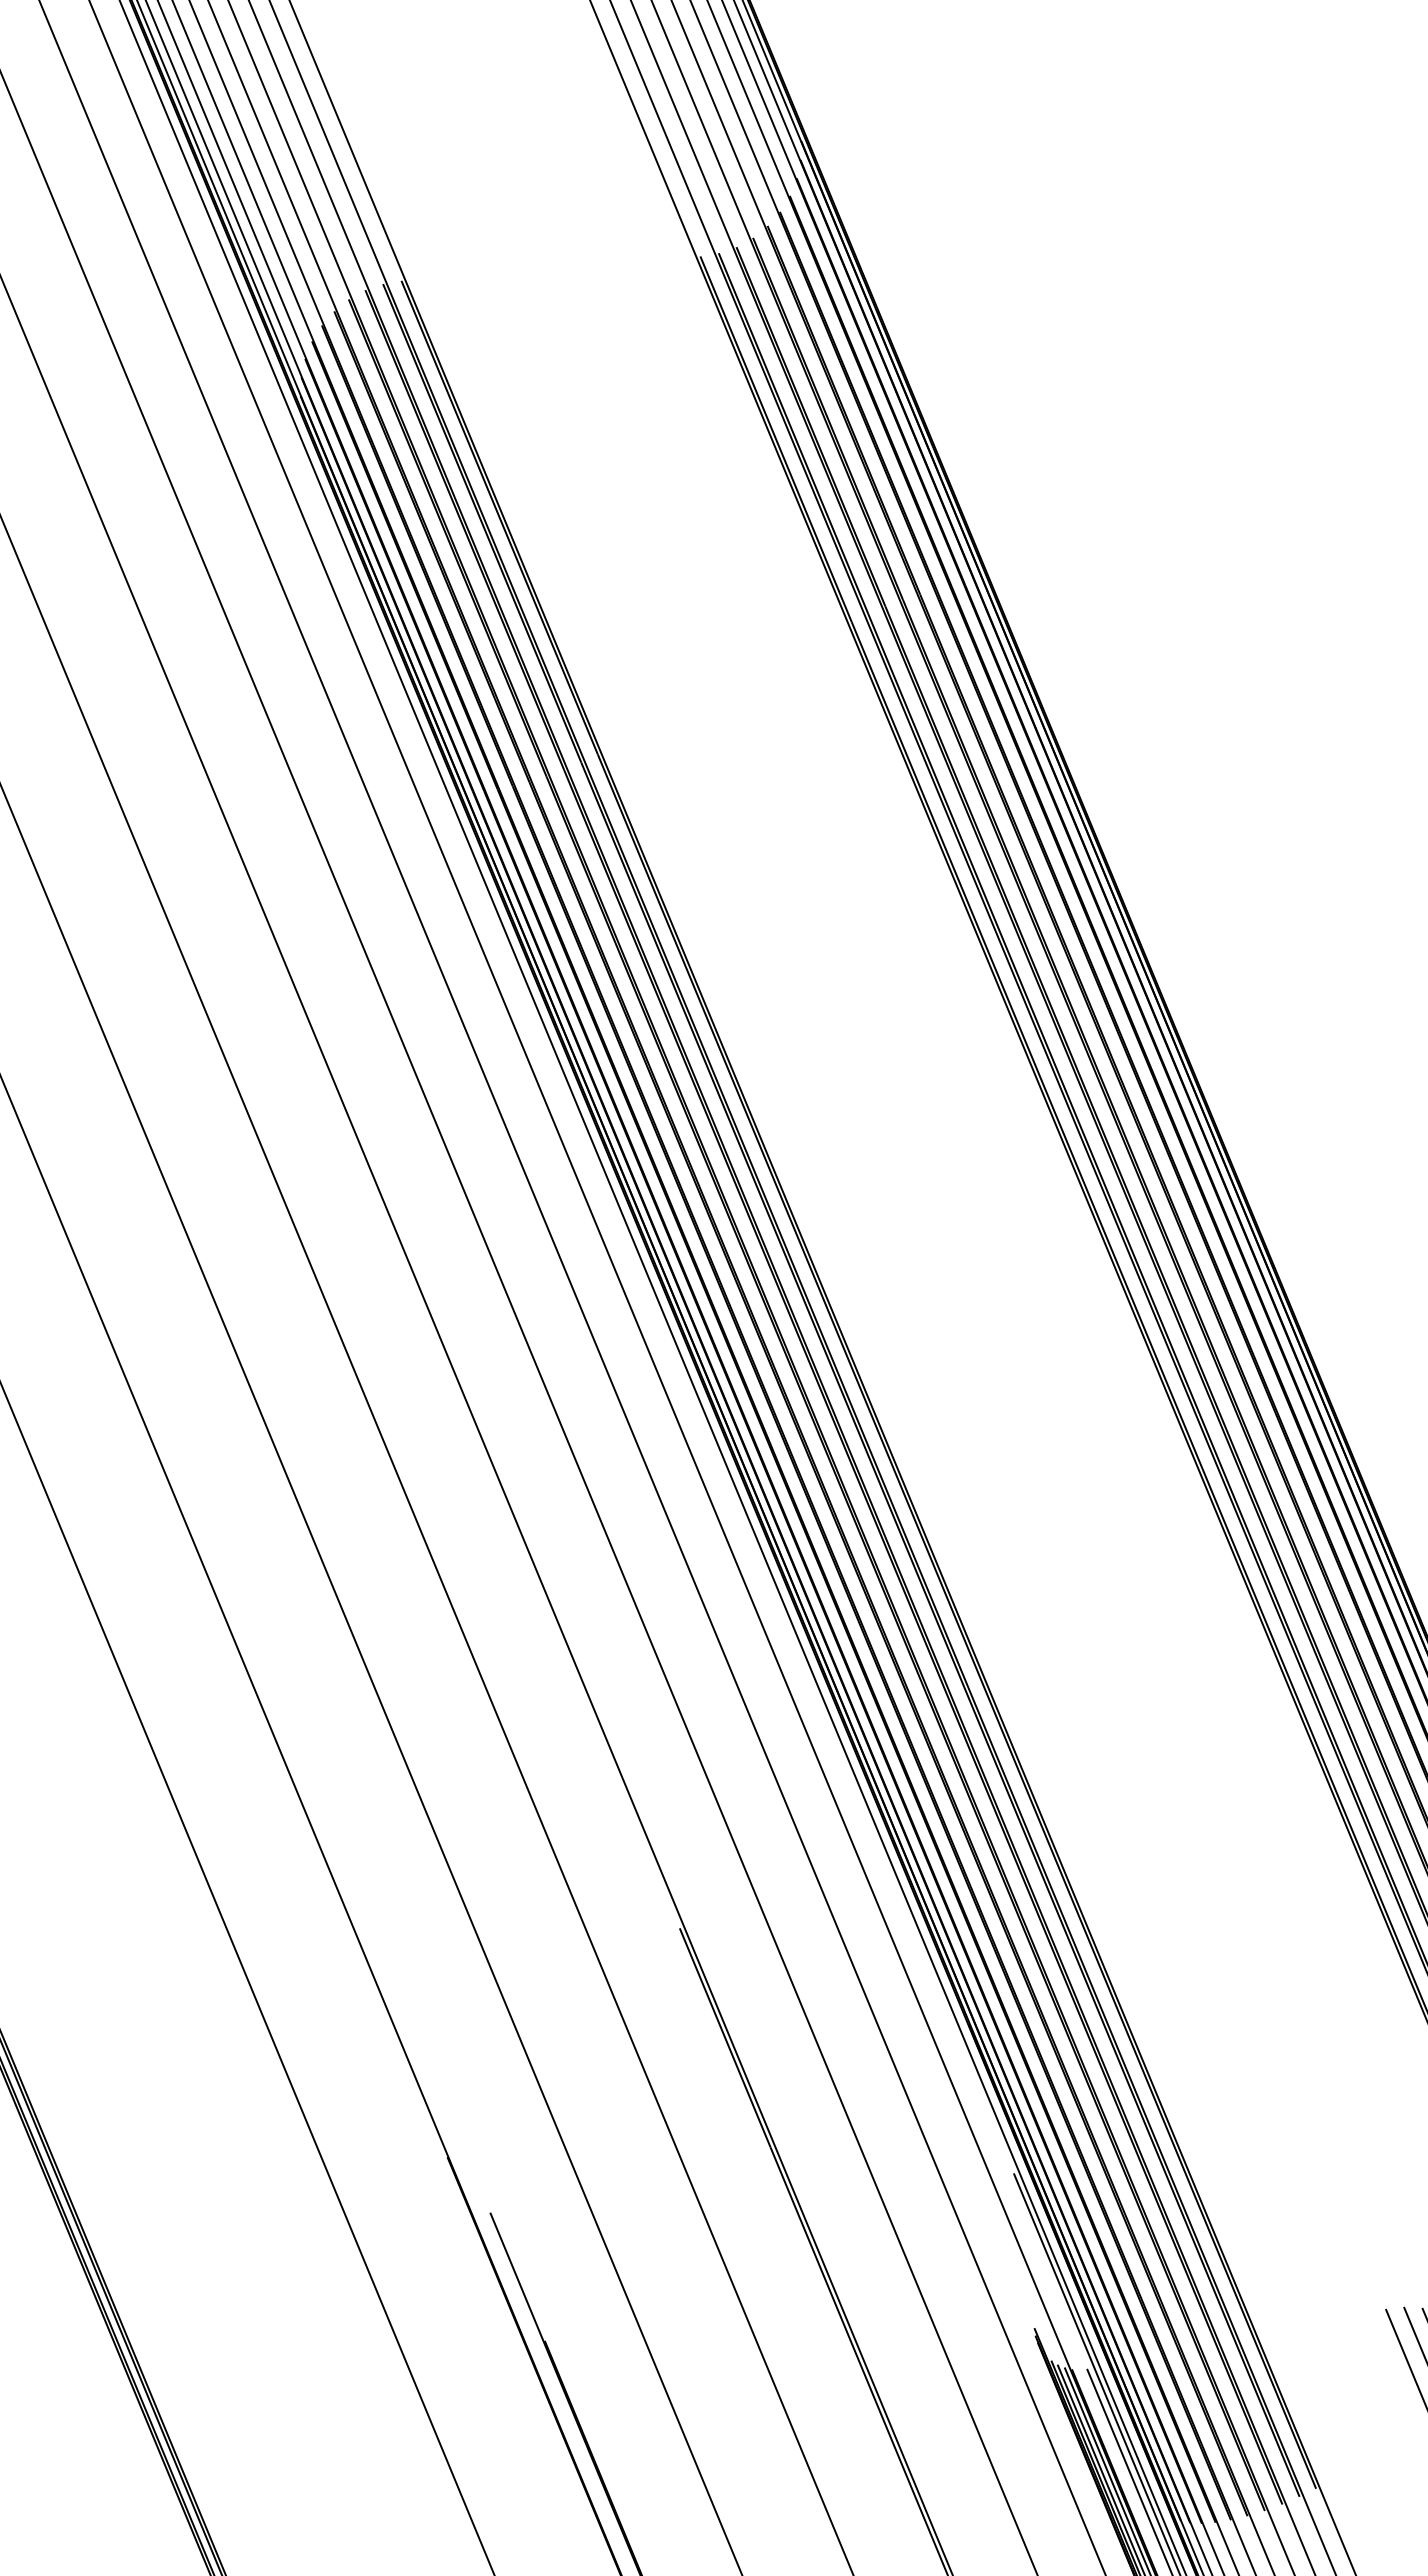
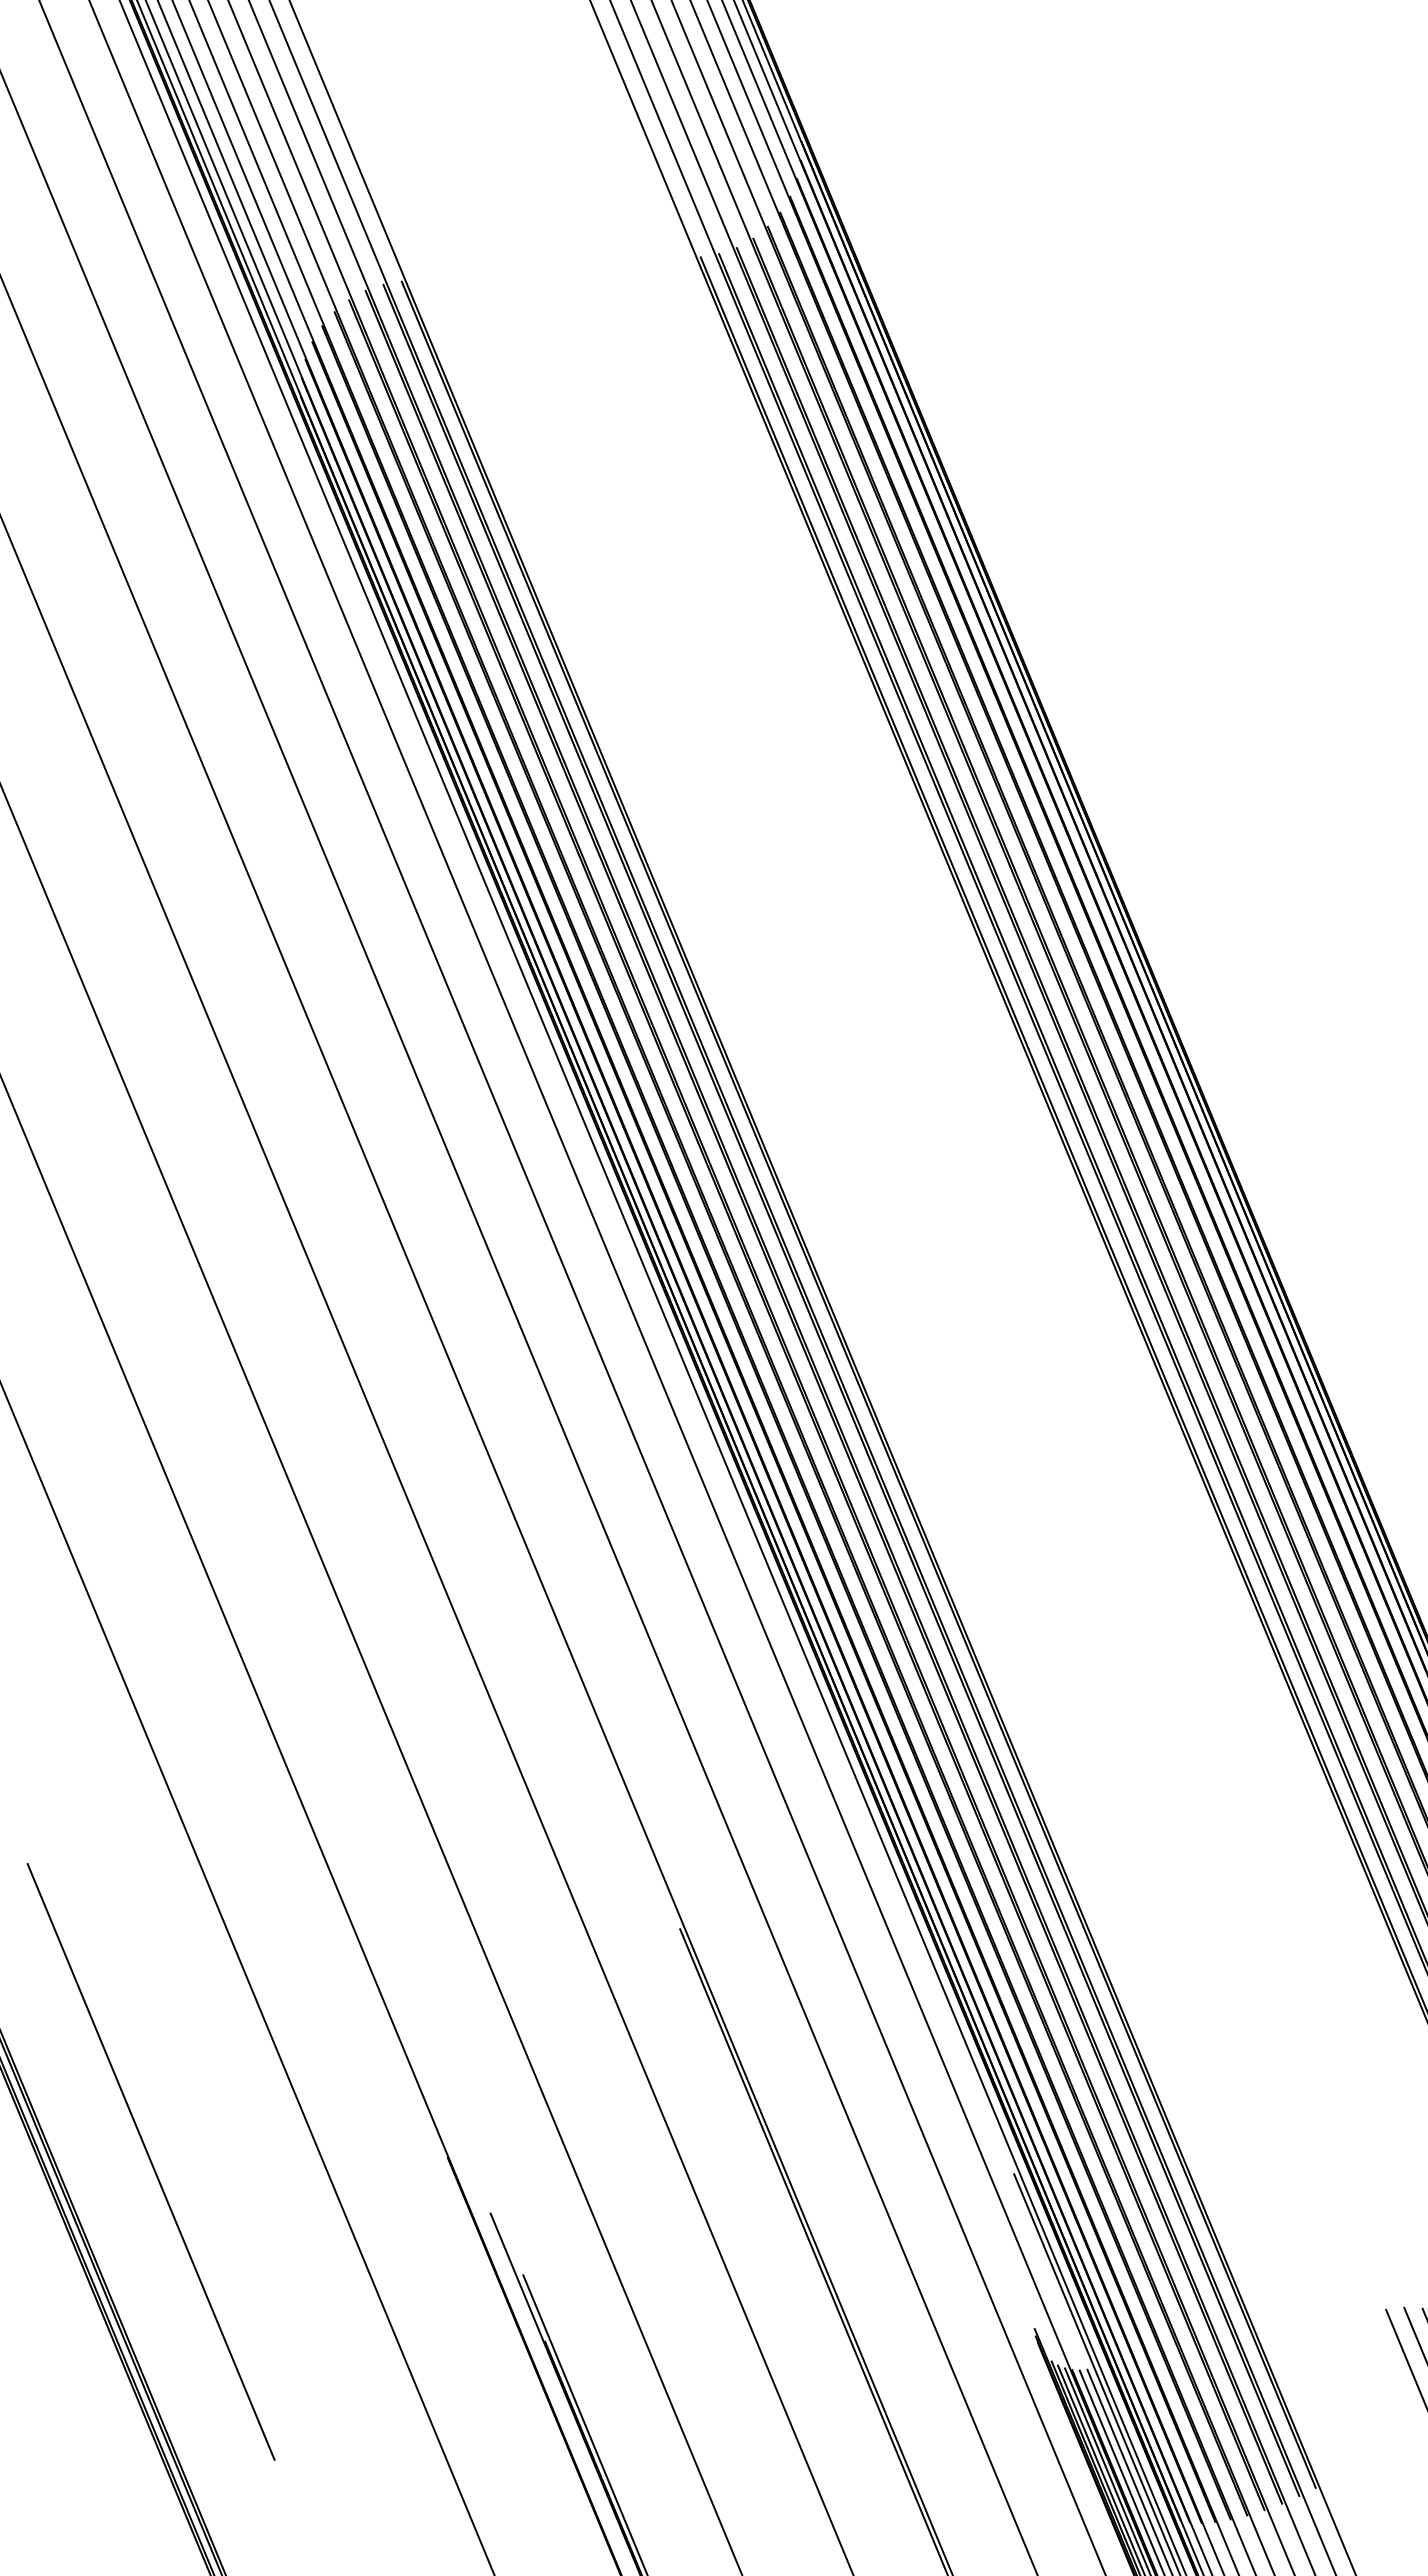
line at (150, 2161): none -> present
line at (584, 2423): none -> present
line at (1121, 2470): none -> present
